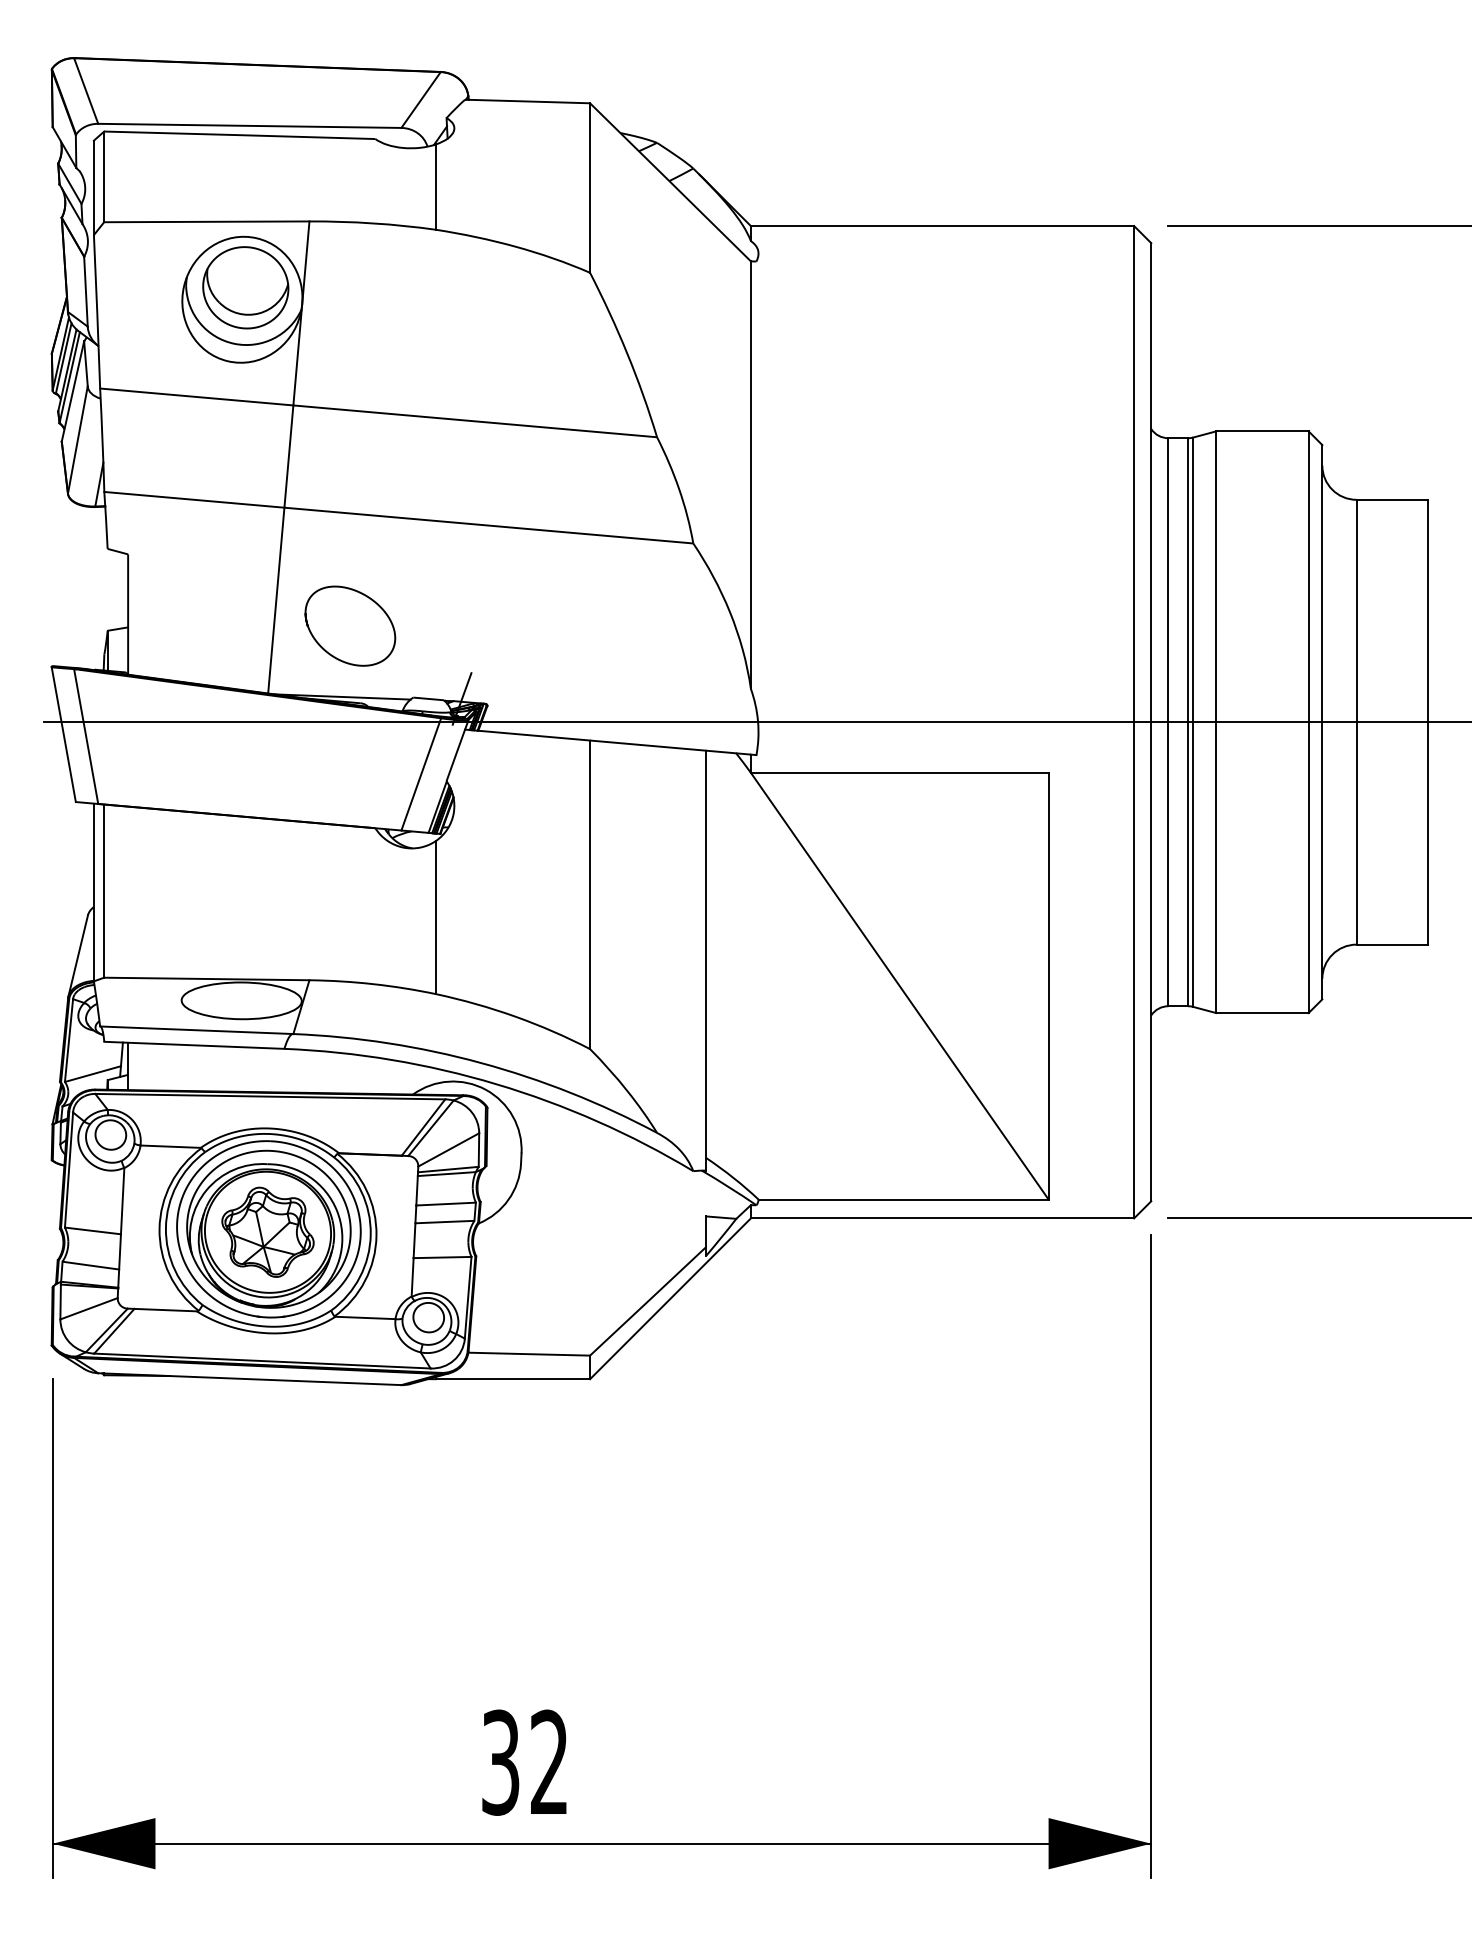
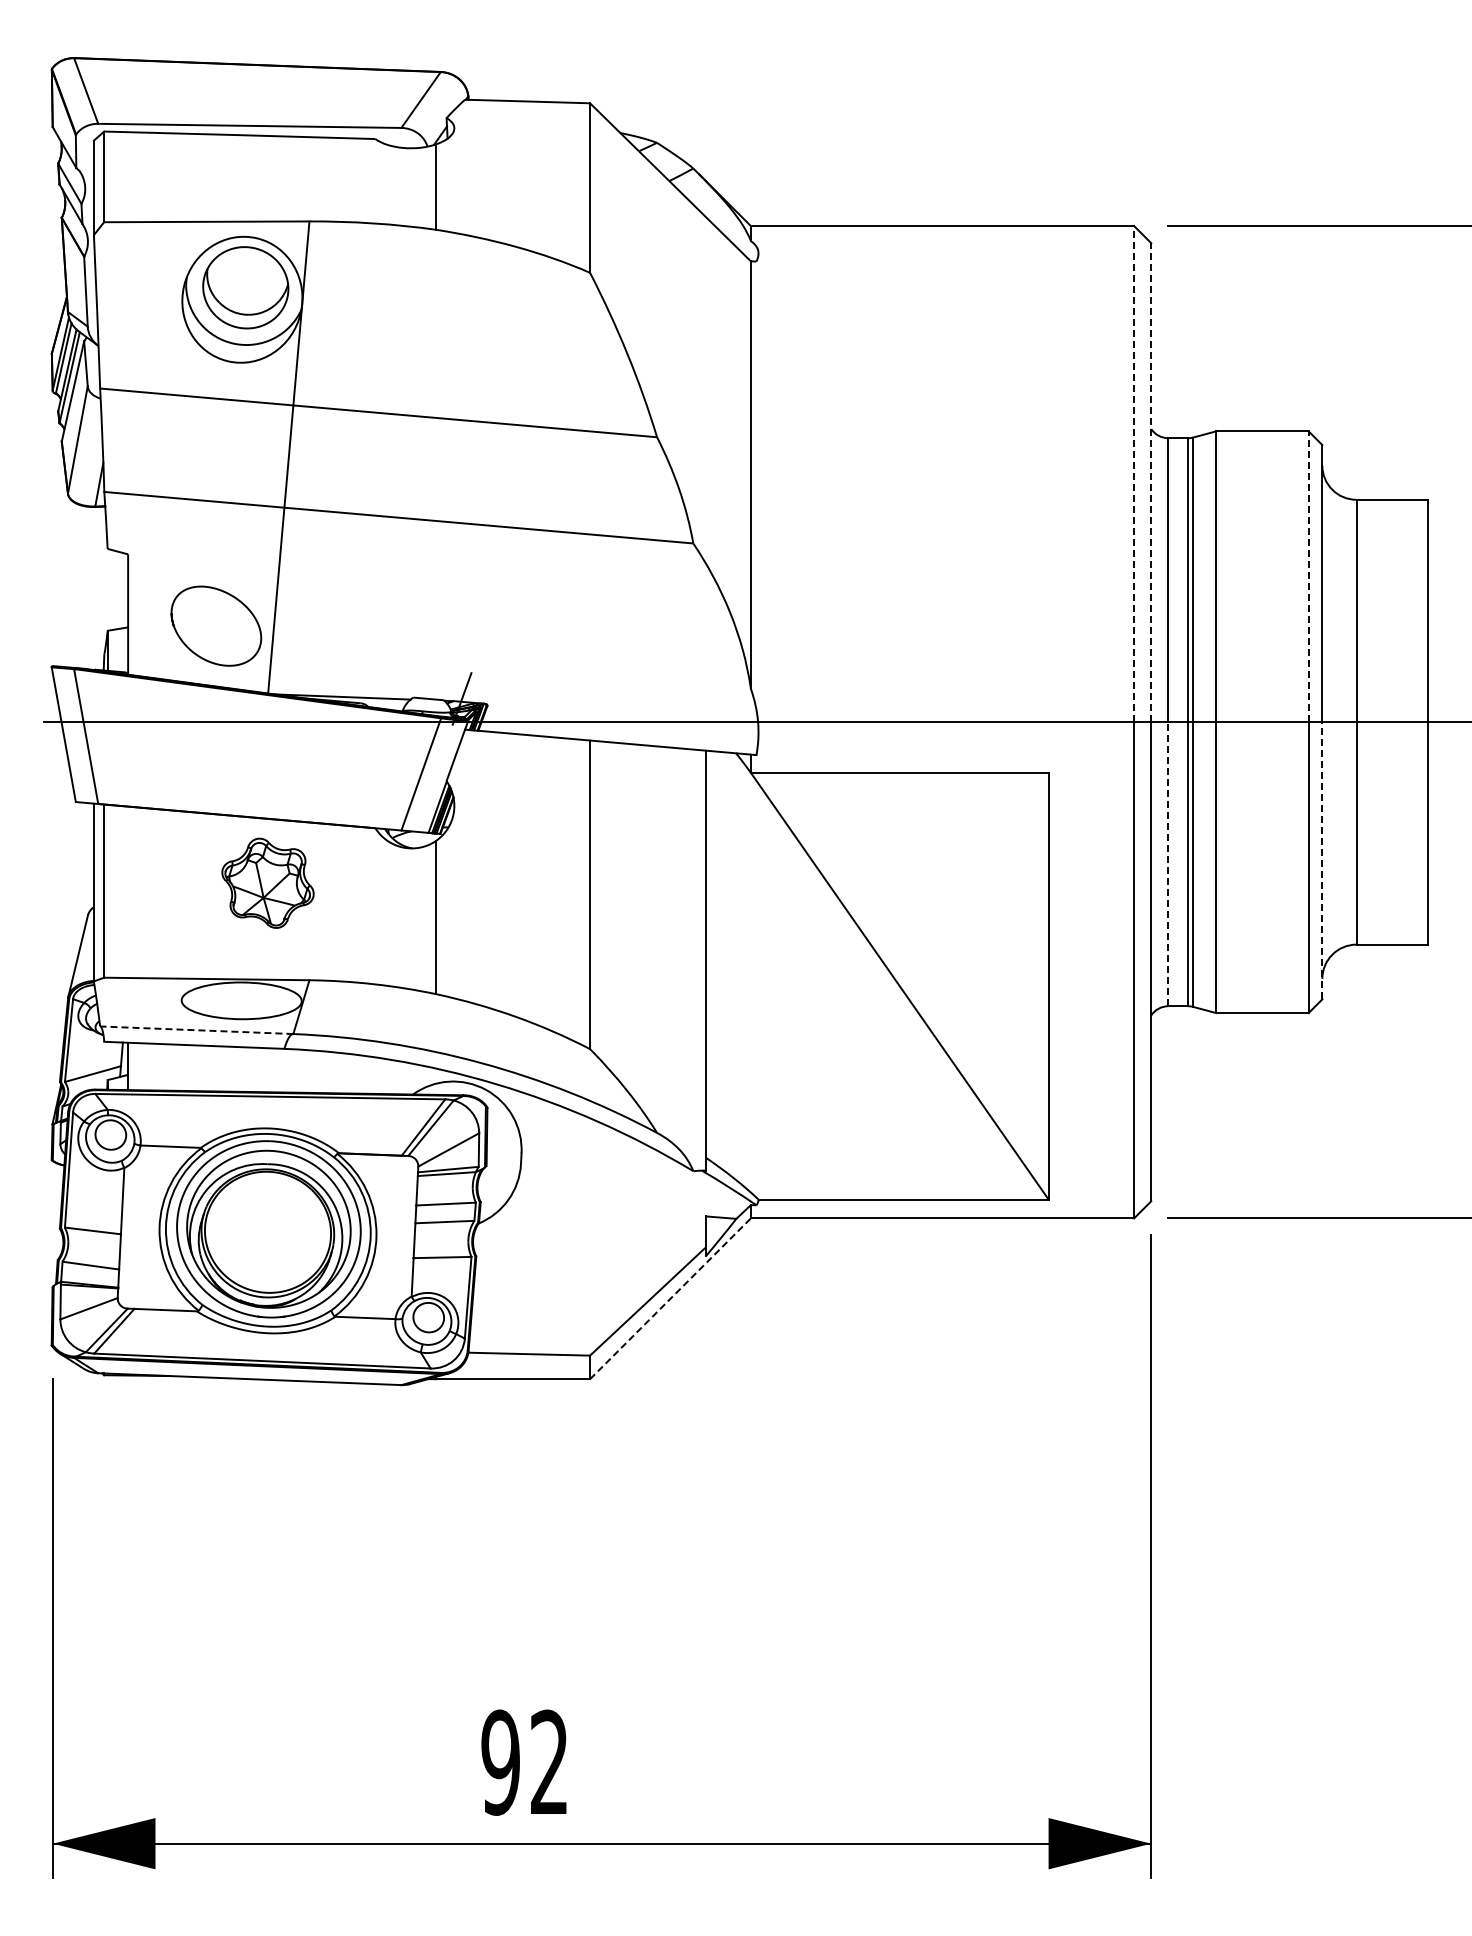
line at (1134, 473): solid -> dashed
line at (1151, 482): solid -> dashed
line at (1308, 576): solid -> dashed
curve at (369, 599) position: (369, 599) -> (235, 599)
line at (1322, 860): solid -> dashed
line at (1168, 863): solid -> dashed
line at (196, 1030): solid -> dashed
part at (267, 1231) position: (267, 1231) -> (267, 882)
line at (670, 1298): solid -> dashed
text at (500, 1762): 32 -> 92
